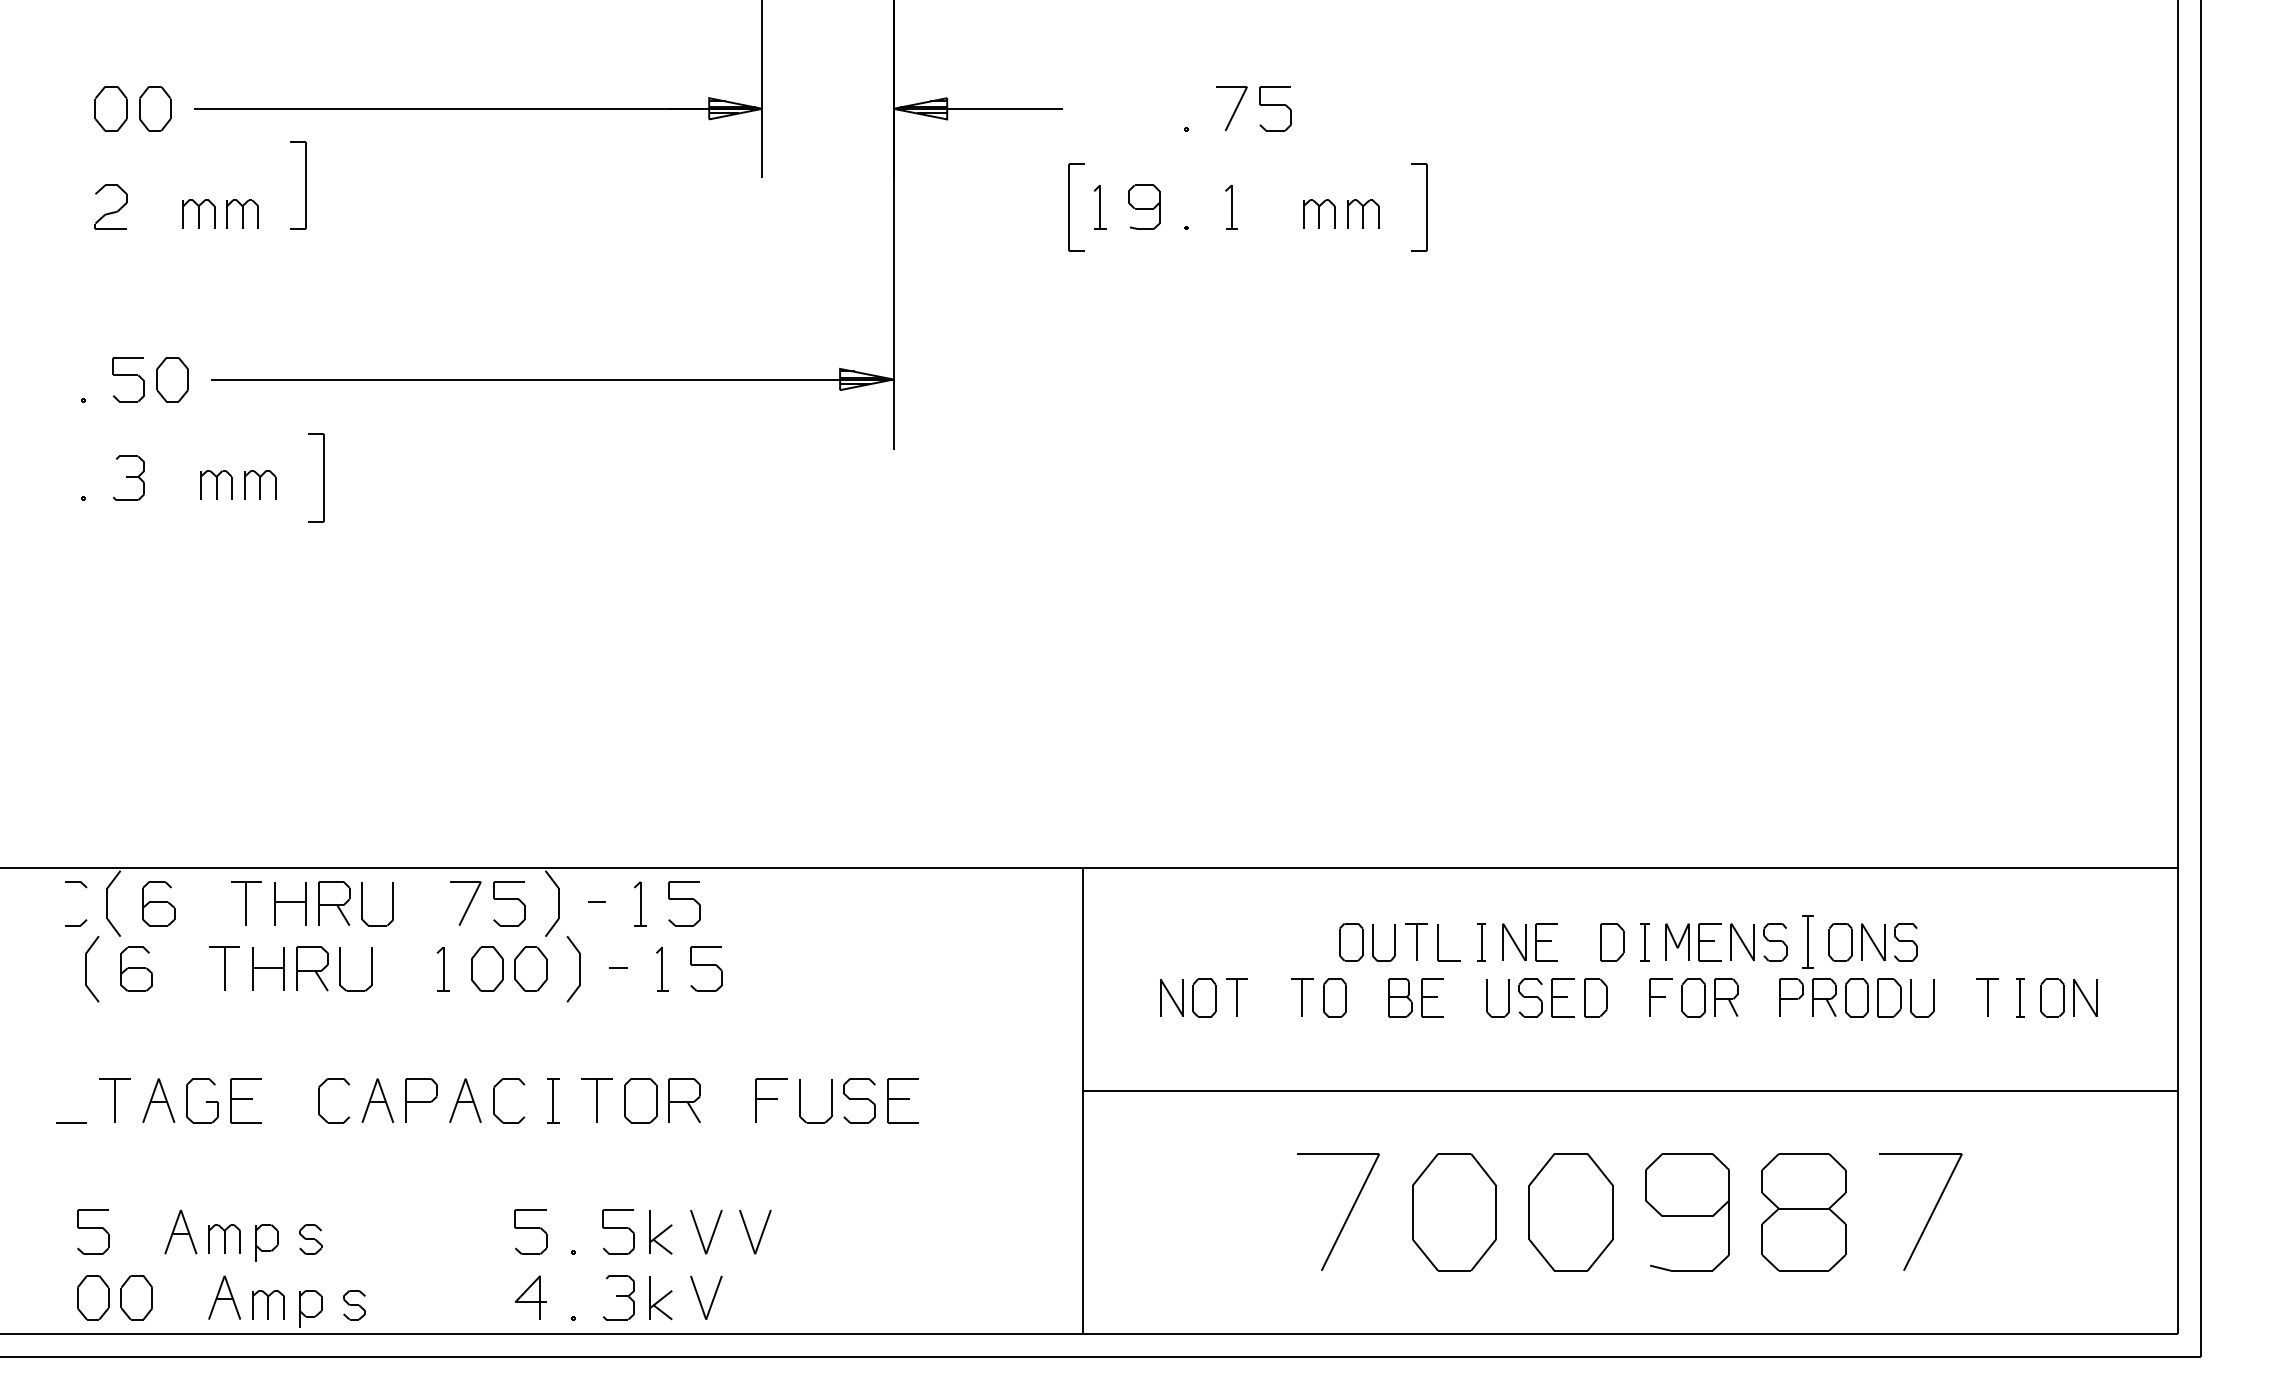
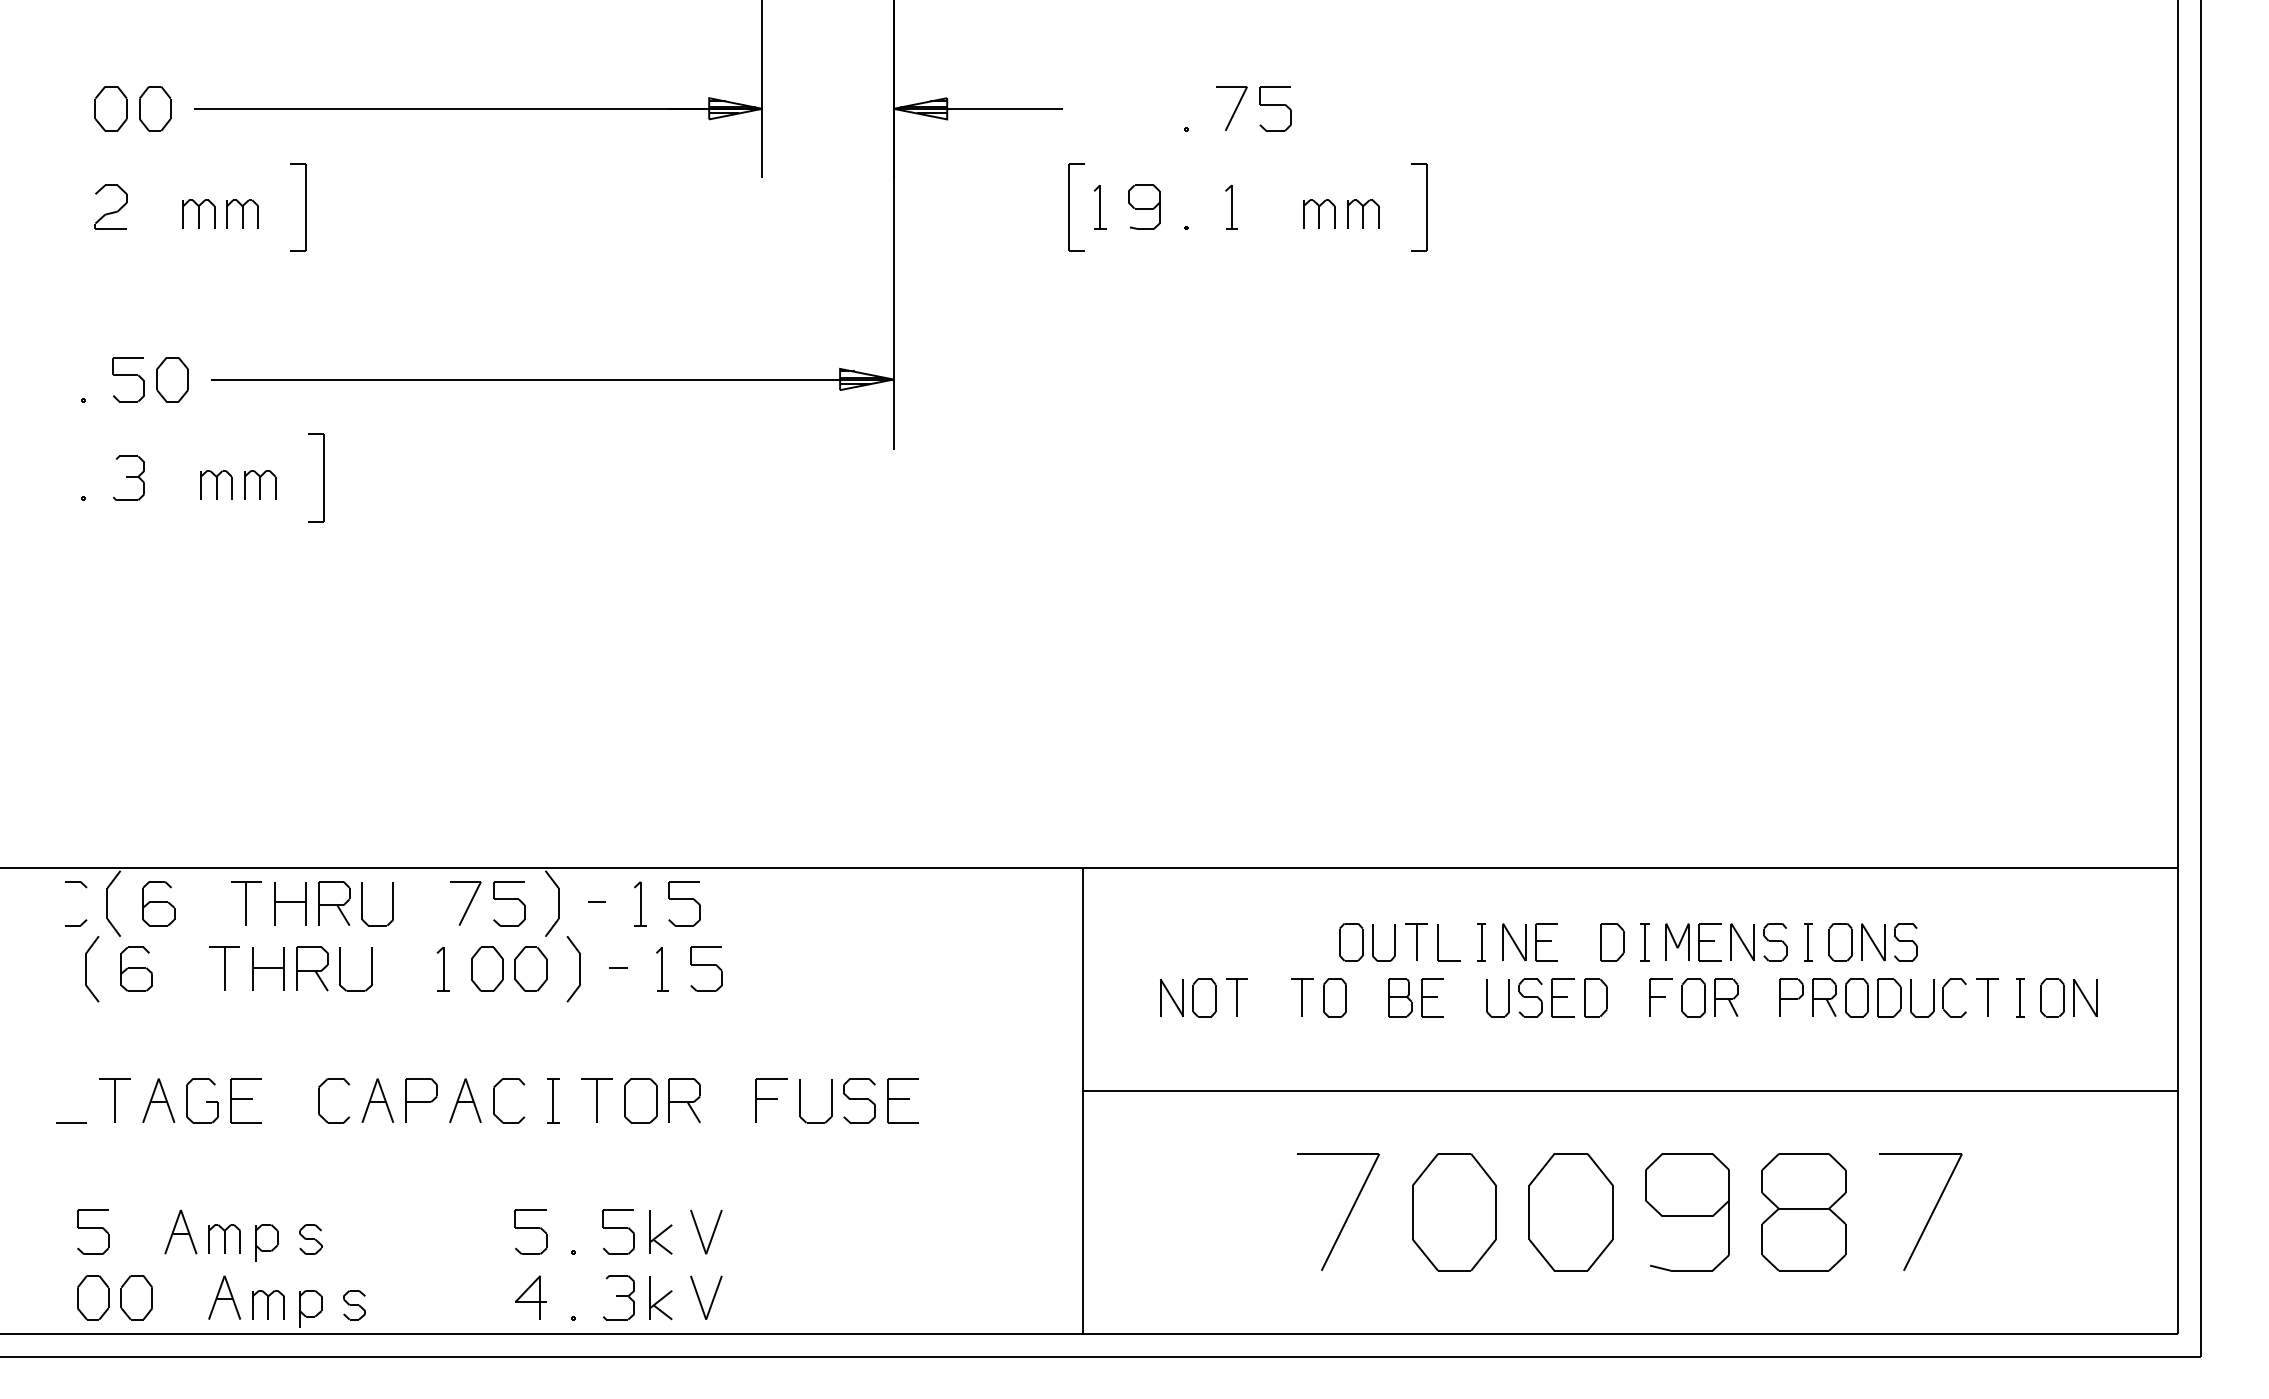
part at (305, 185) position: (305, 185) -> (305, 207)
part at (1807, 941) size: 12x54 px -> 9x39 px
part at (1943, 997): none -> present
part at (761, 1233): present -> none
